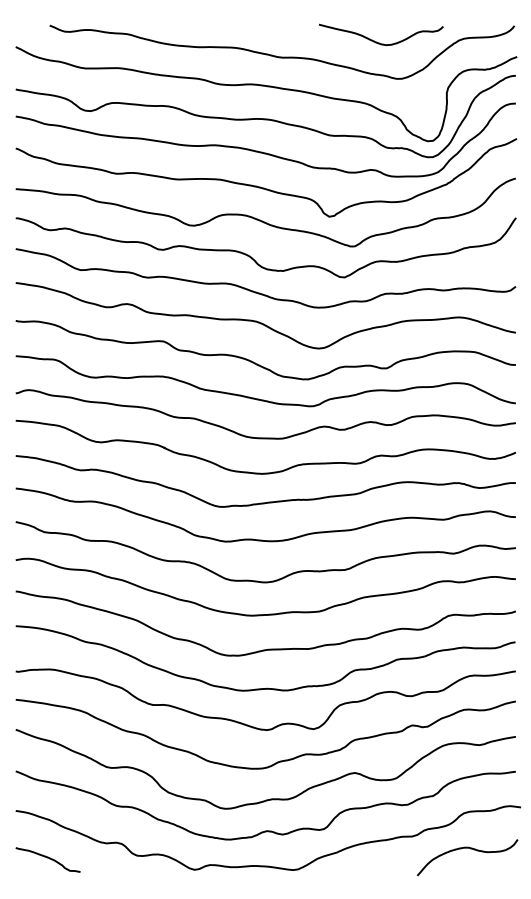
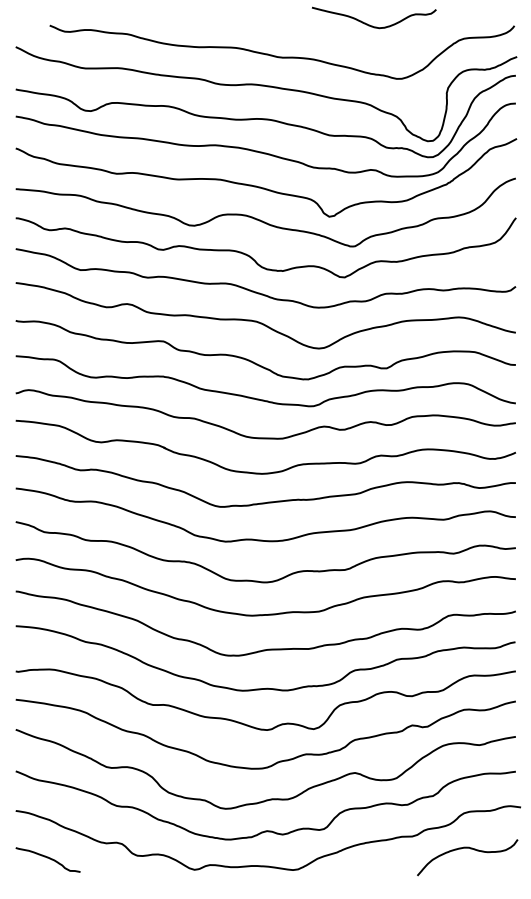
curve at (376, 41) position: (376, 41) -> (369, 24)
